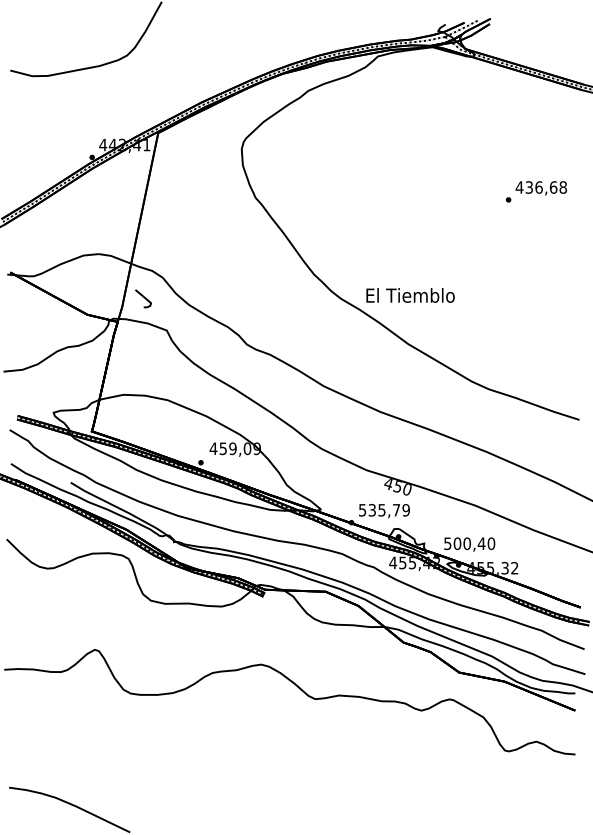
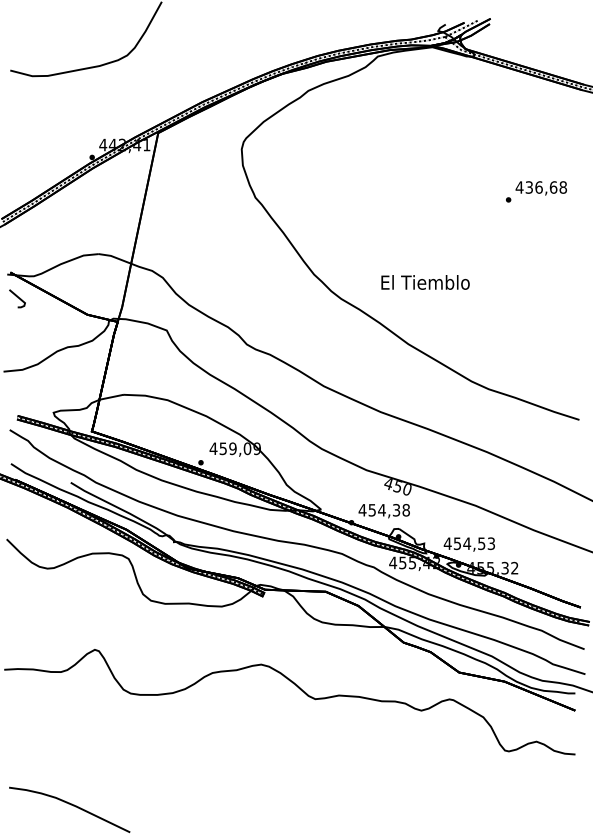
text at (410, 295) position: (410, 295) -> (425, 282)
line at (143, 297) position: (143, 297) -> (17, 297)
text at (383, 510): 535,79 -> 454,38
text at (469, 543): 500,40 -> 454,53
